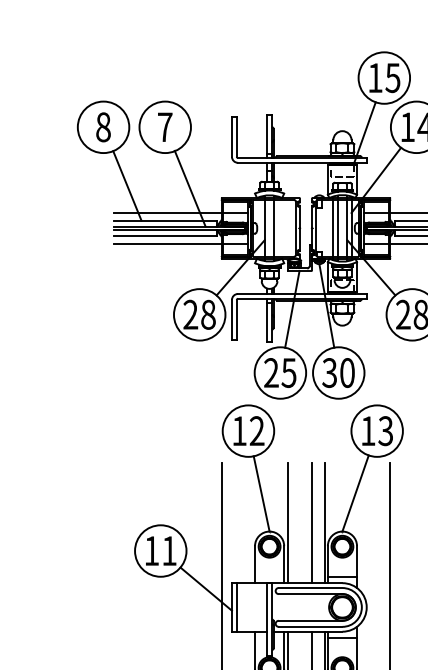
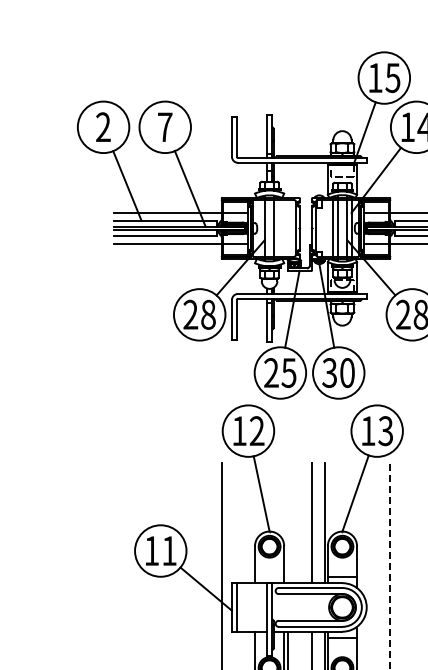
text at (103, 127): 8 -> 2
line at (287, 522): present -> none
line at (390, 565): solid -> dashed
